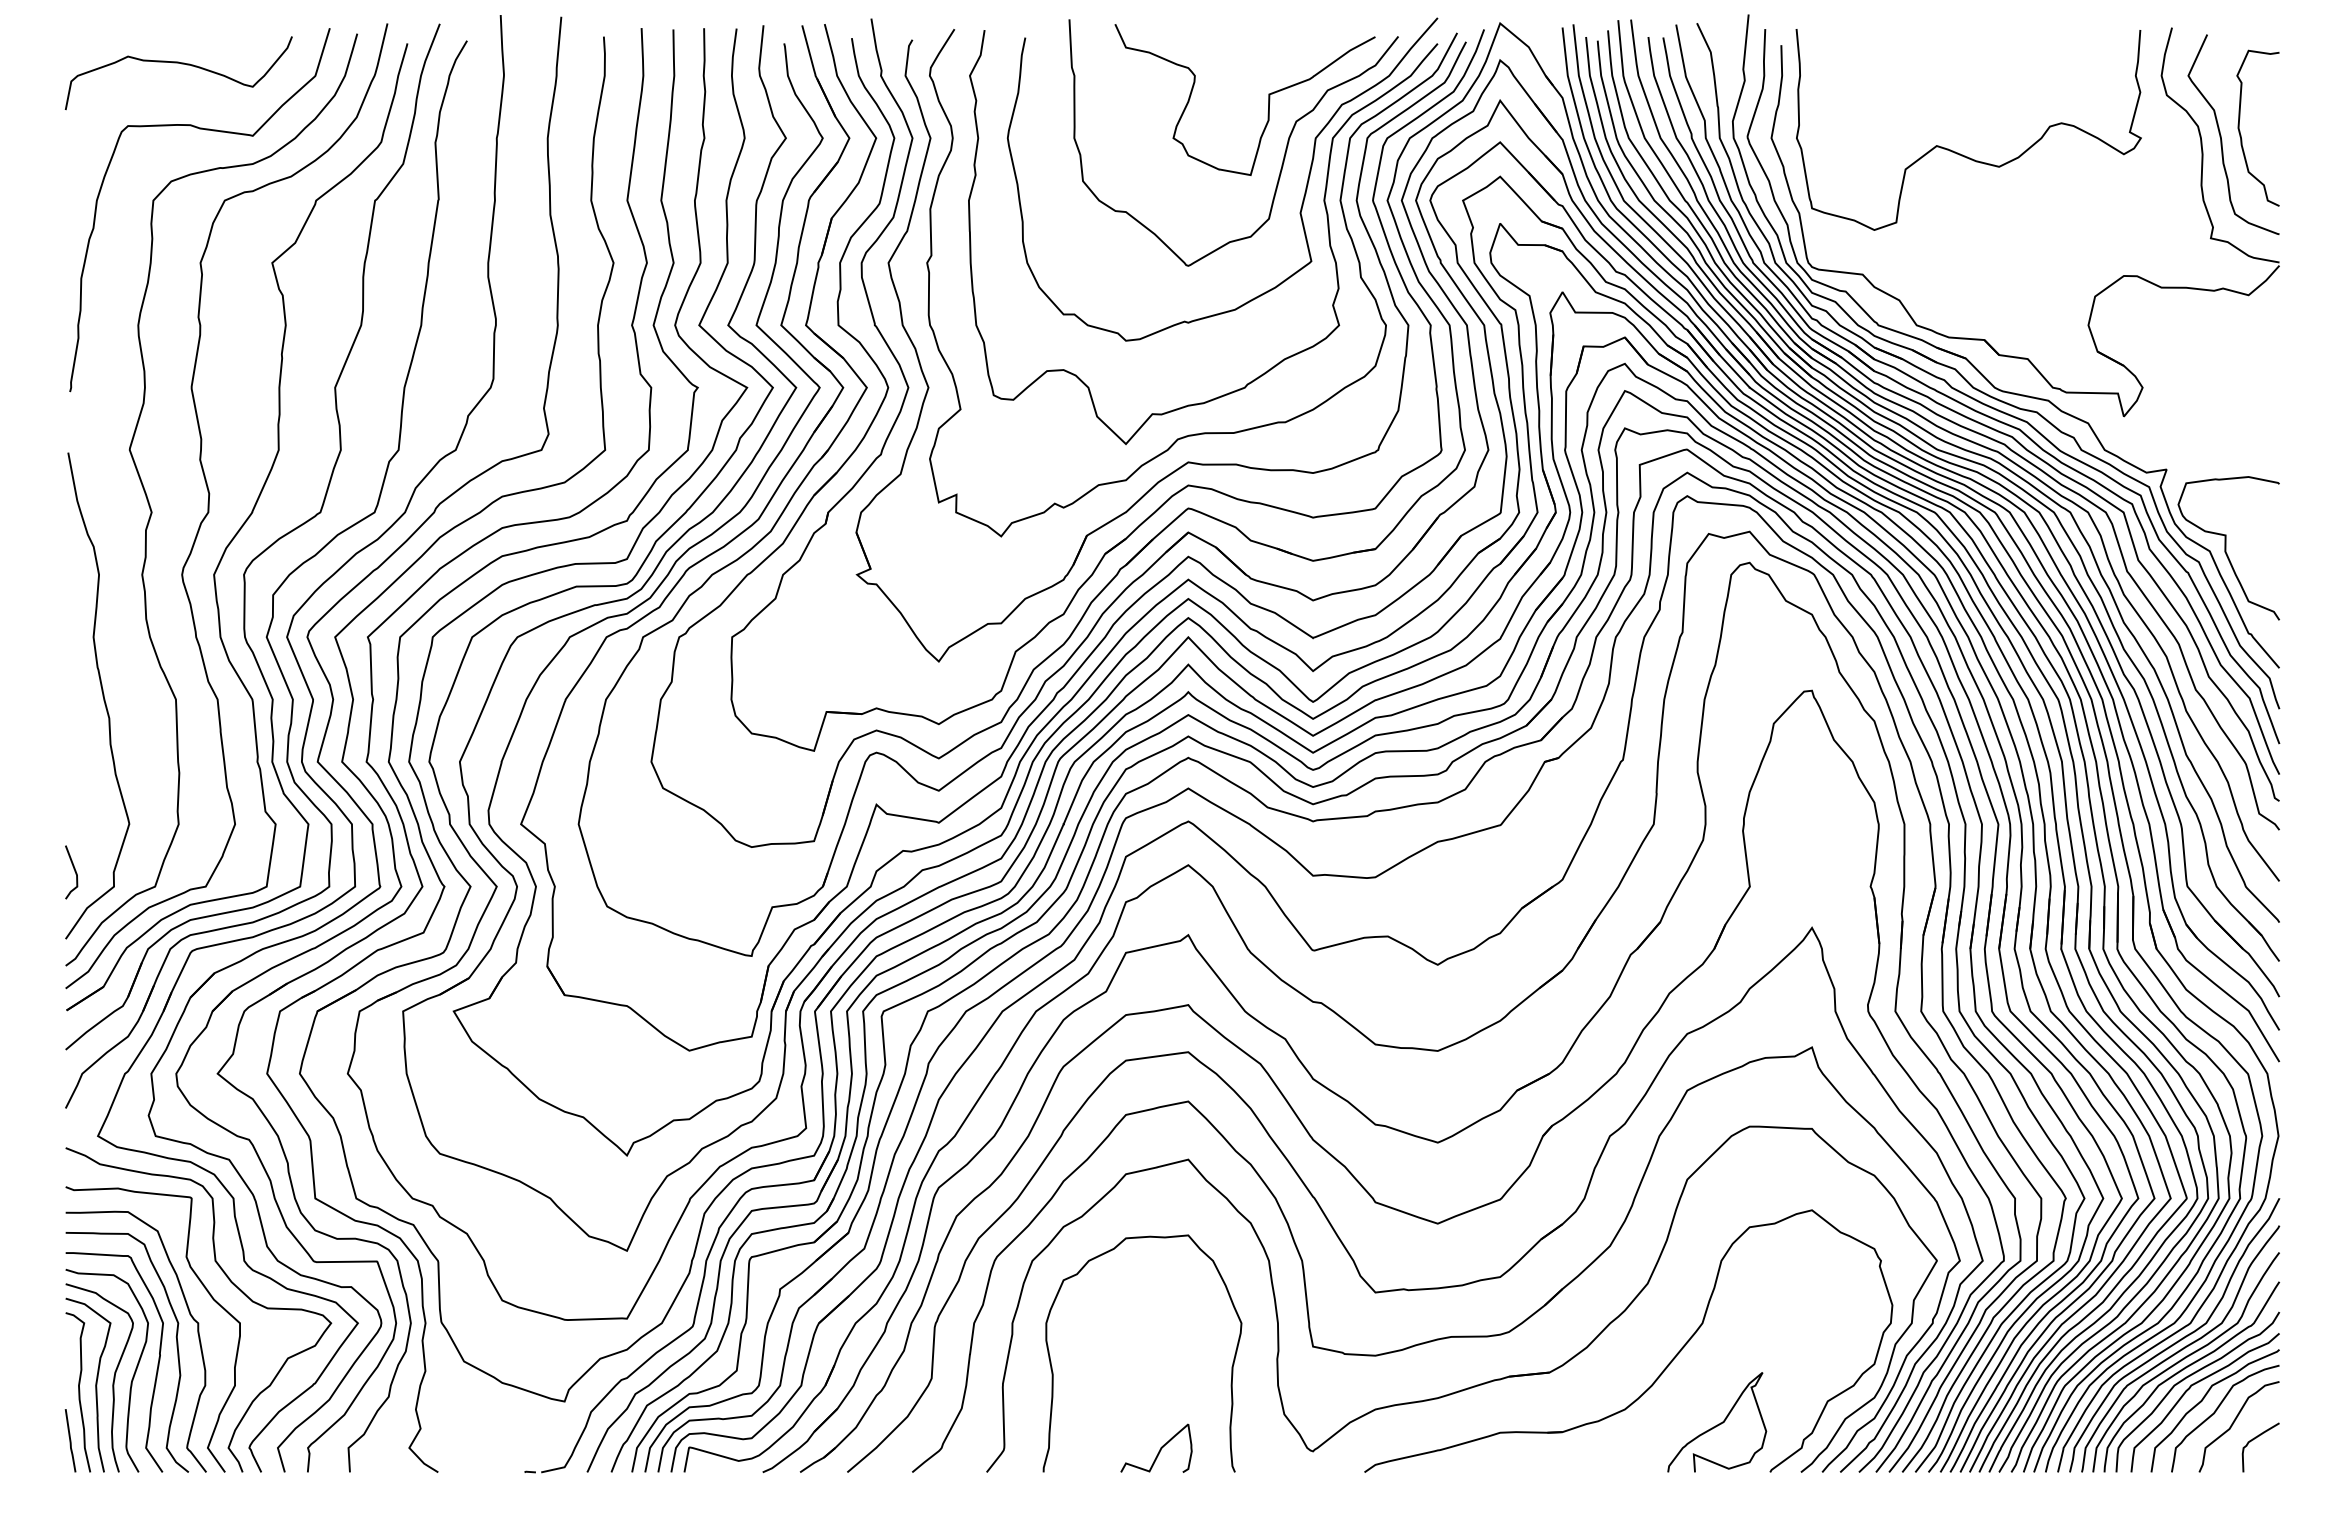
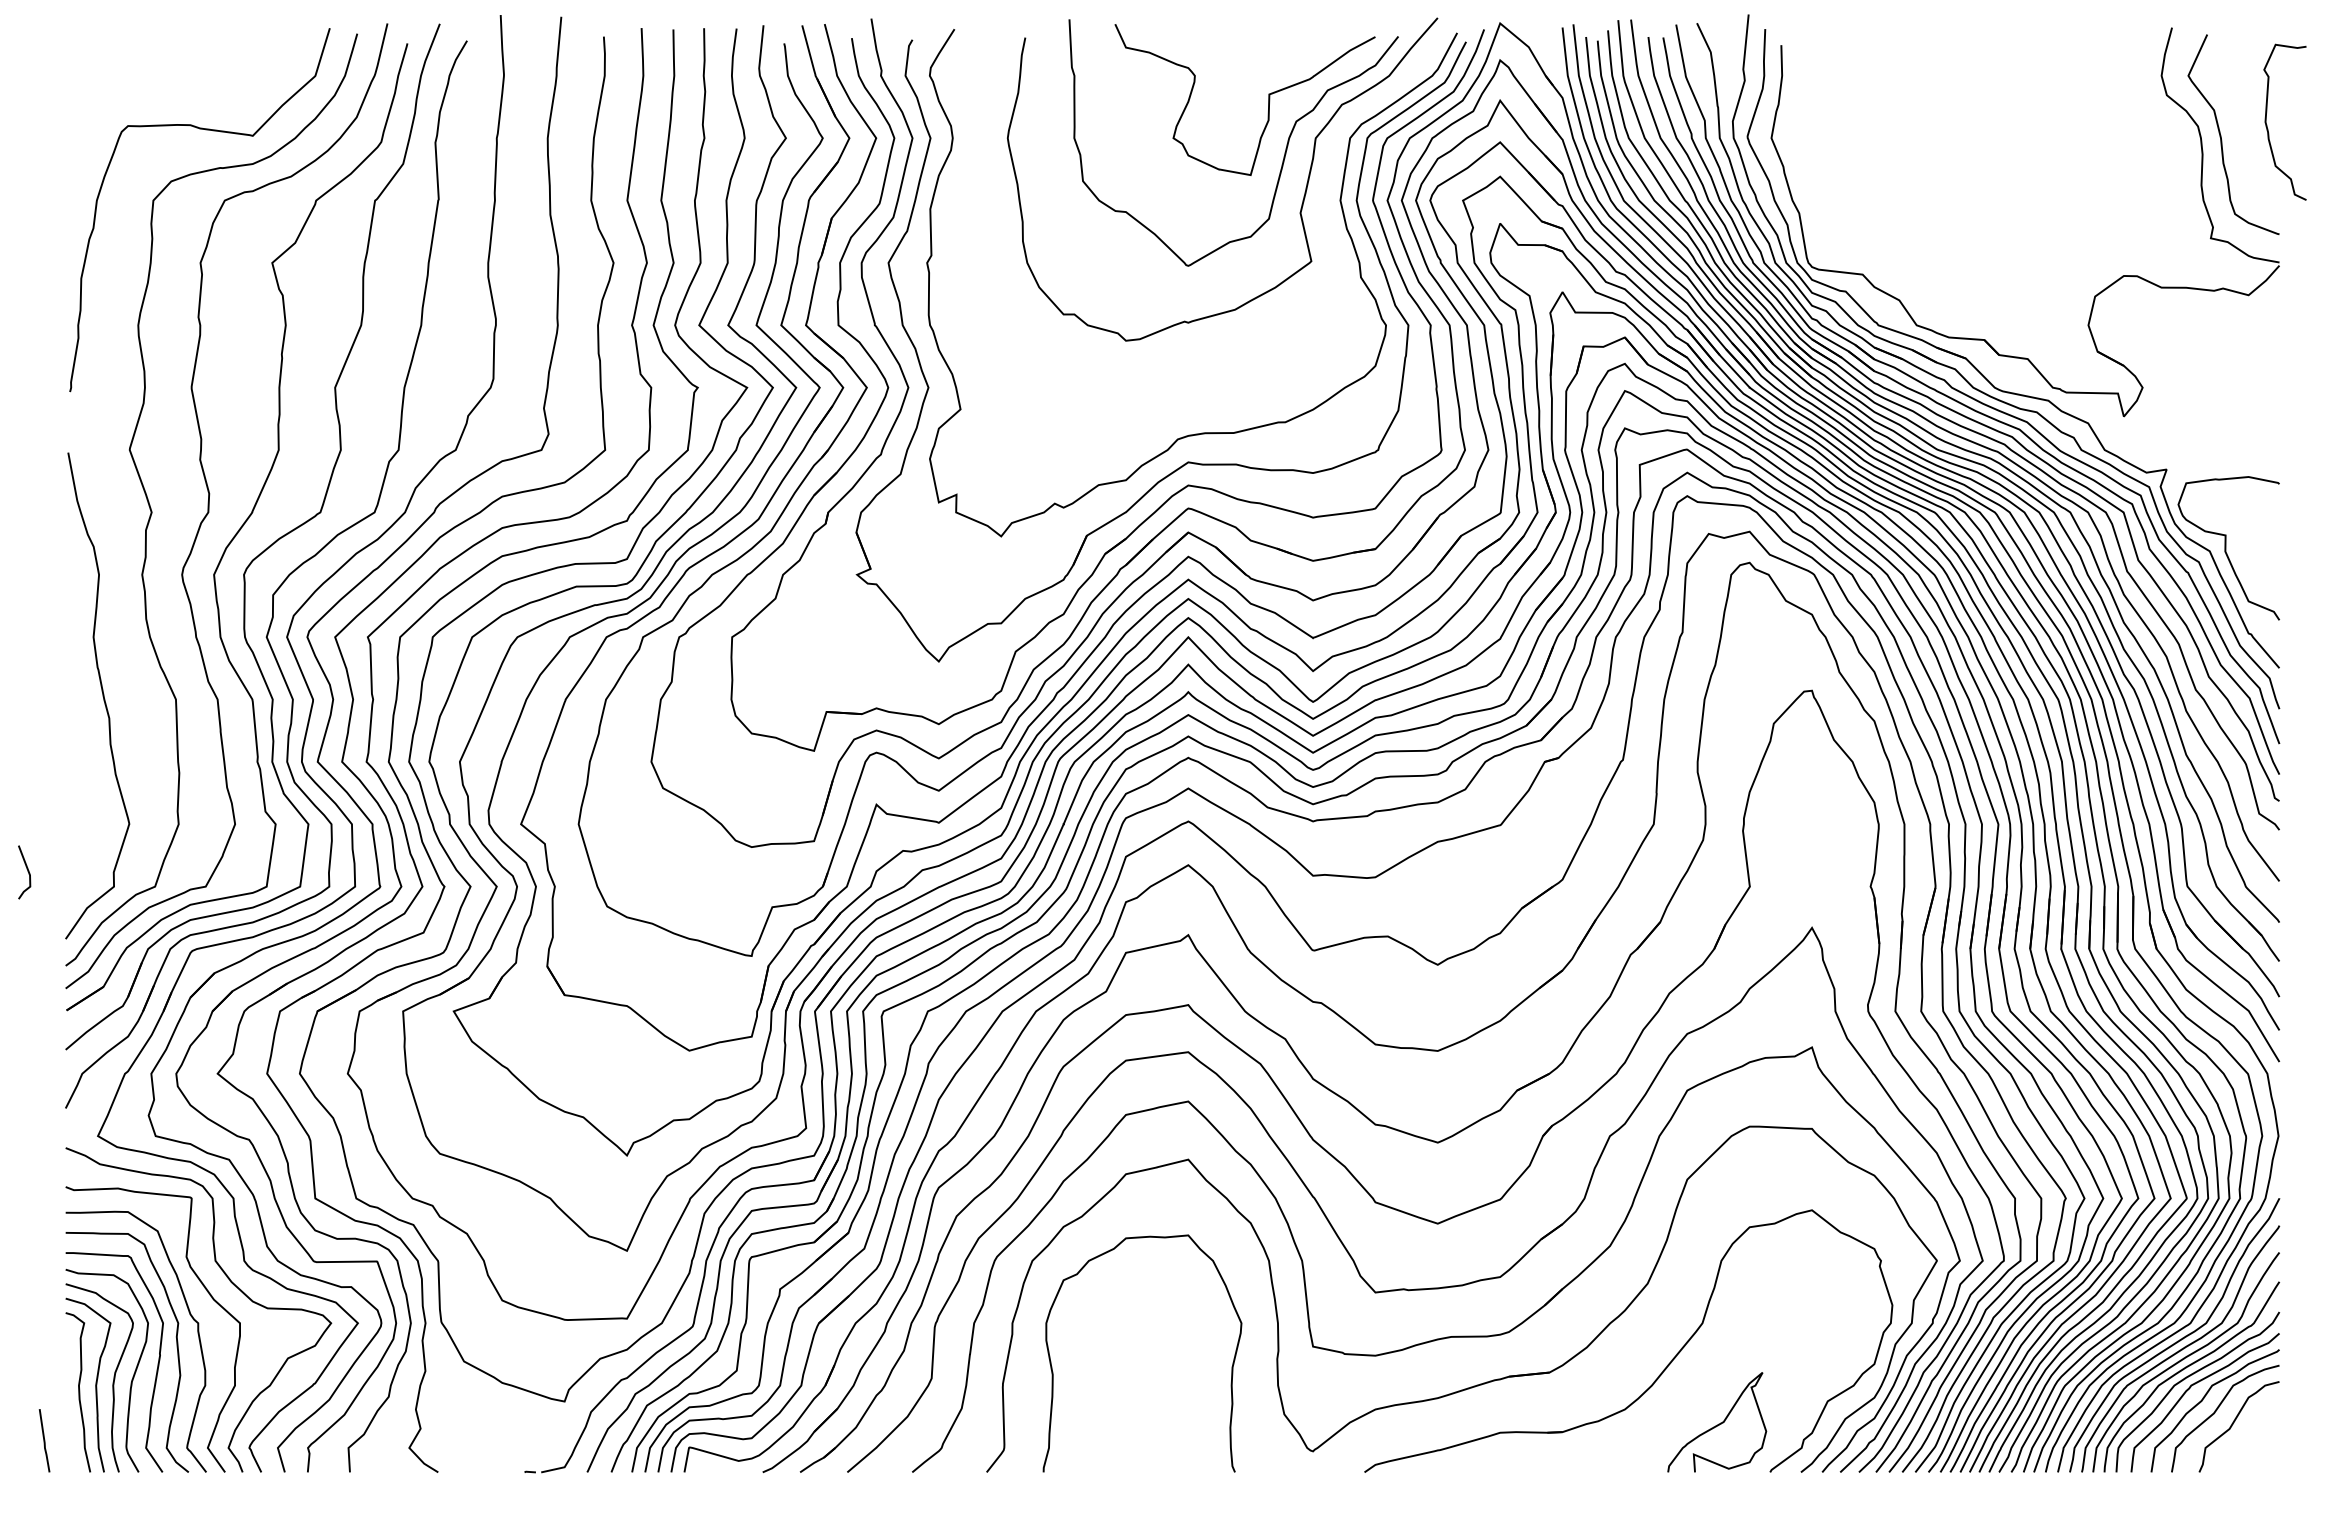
curve at (181, 64): present -> none
curve at (2240, 130) position: (2240, 130) -> (2267, 124)
curve at (1958, 152): present -> none
curve at (1327, 229): present -> none
line at (74, 871) position: (74, 871) -> (27, 871)
curve at (2256, 1438): present -> none
line at (70, 1440) position: (70, 1440) -> (44, 1440)
curve at (1159, 1449): present -> none
